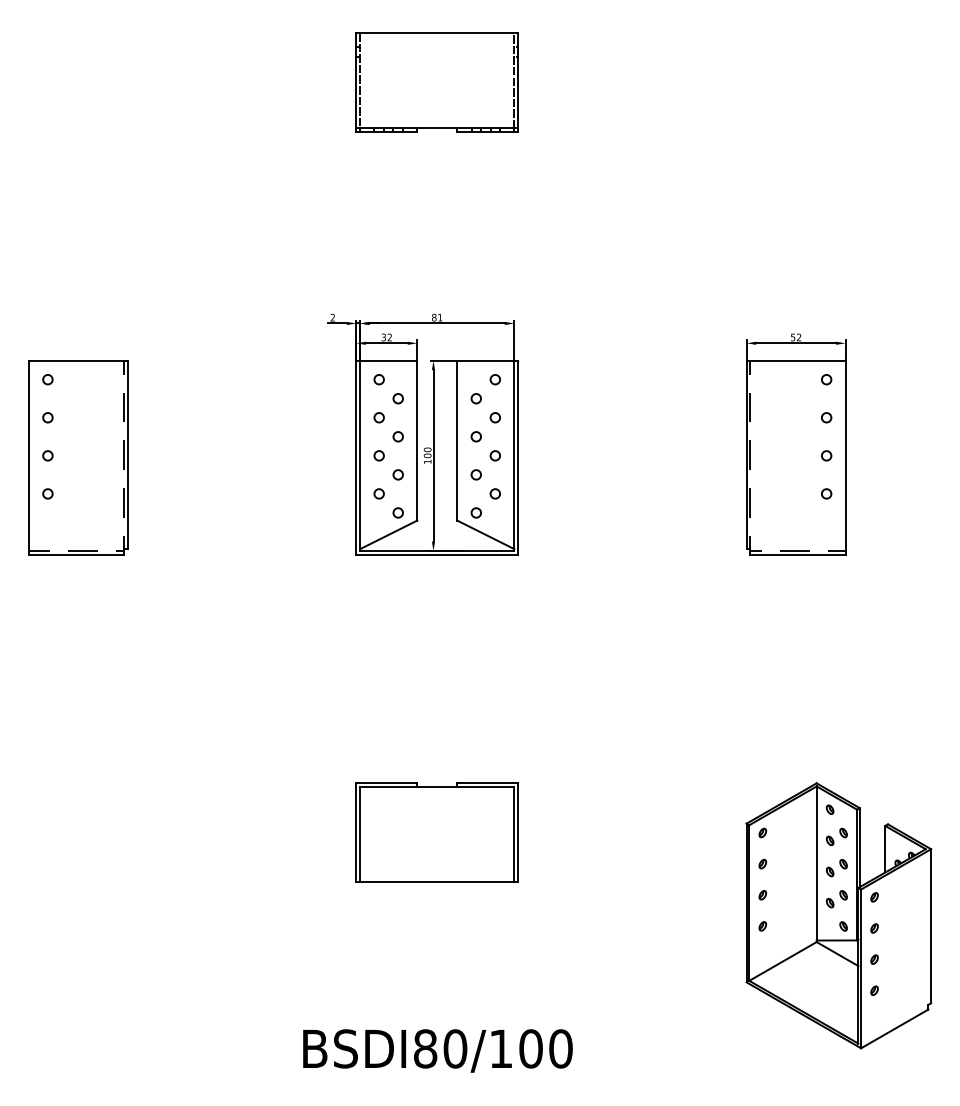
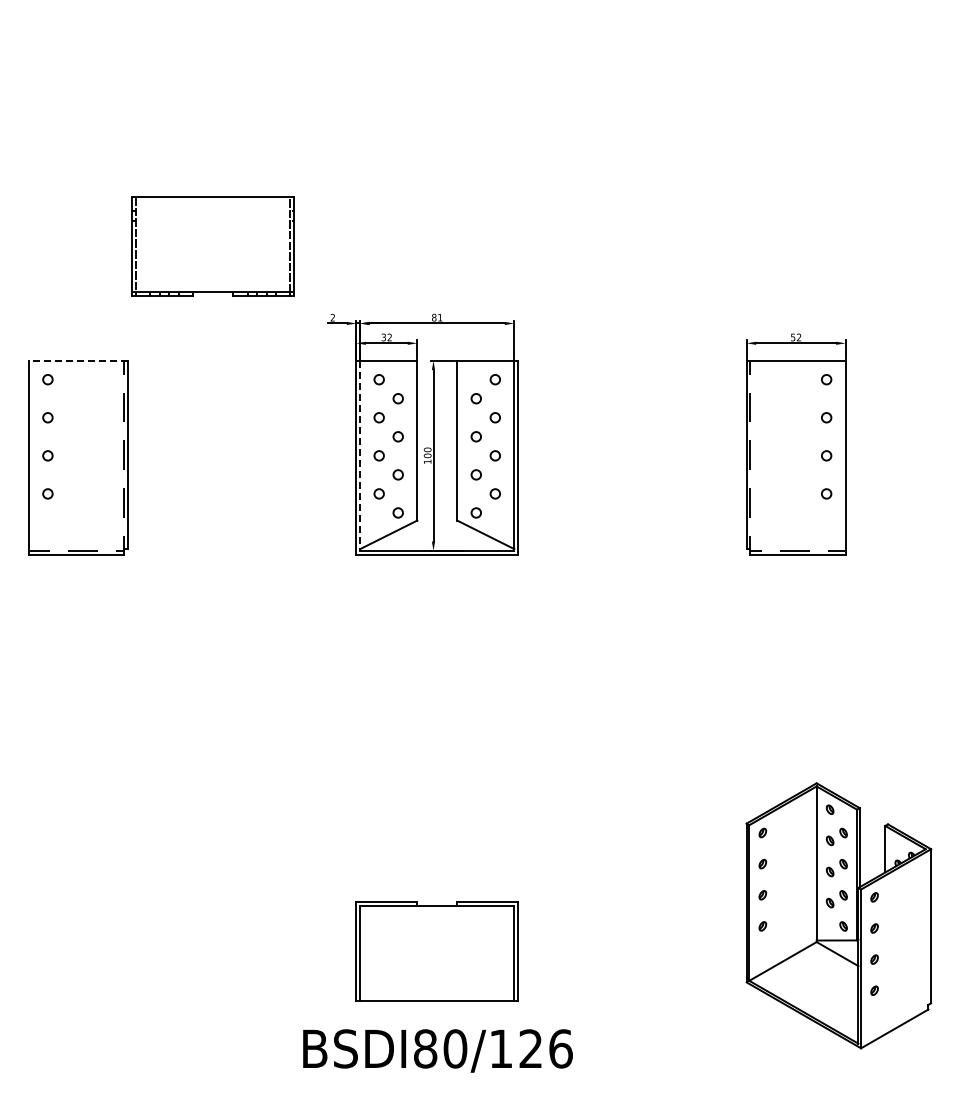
part at (436, 82) position: (436, 82) -> (212, 246)
line at (78, 360): solid -> dashed
line at (360, 456): solid -> dashed
part at (436, 832) position: (436, 832) -> (436, 951)
text at (545, 1048): BSDI80/100 -> BSDI80/126
